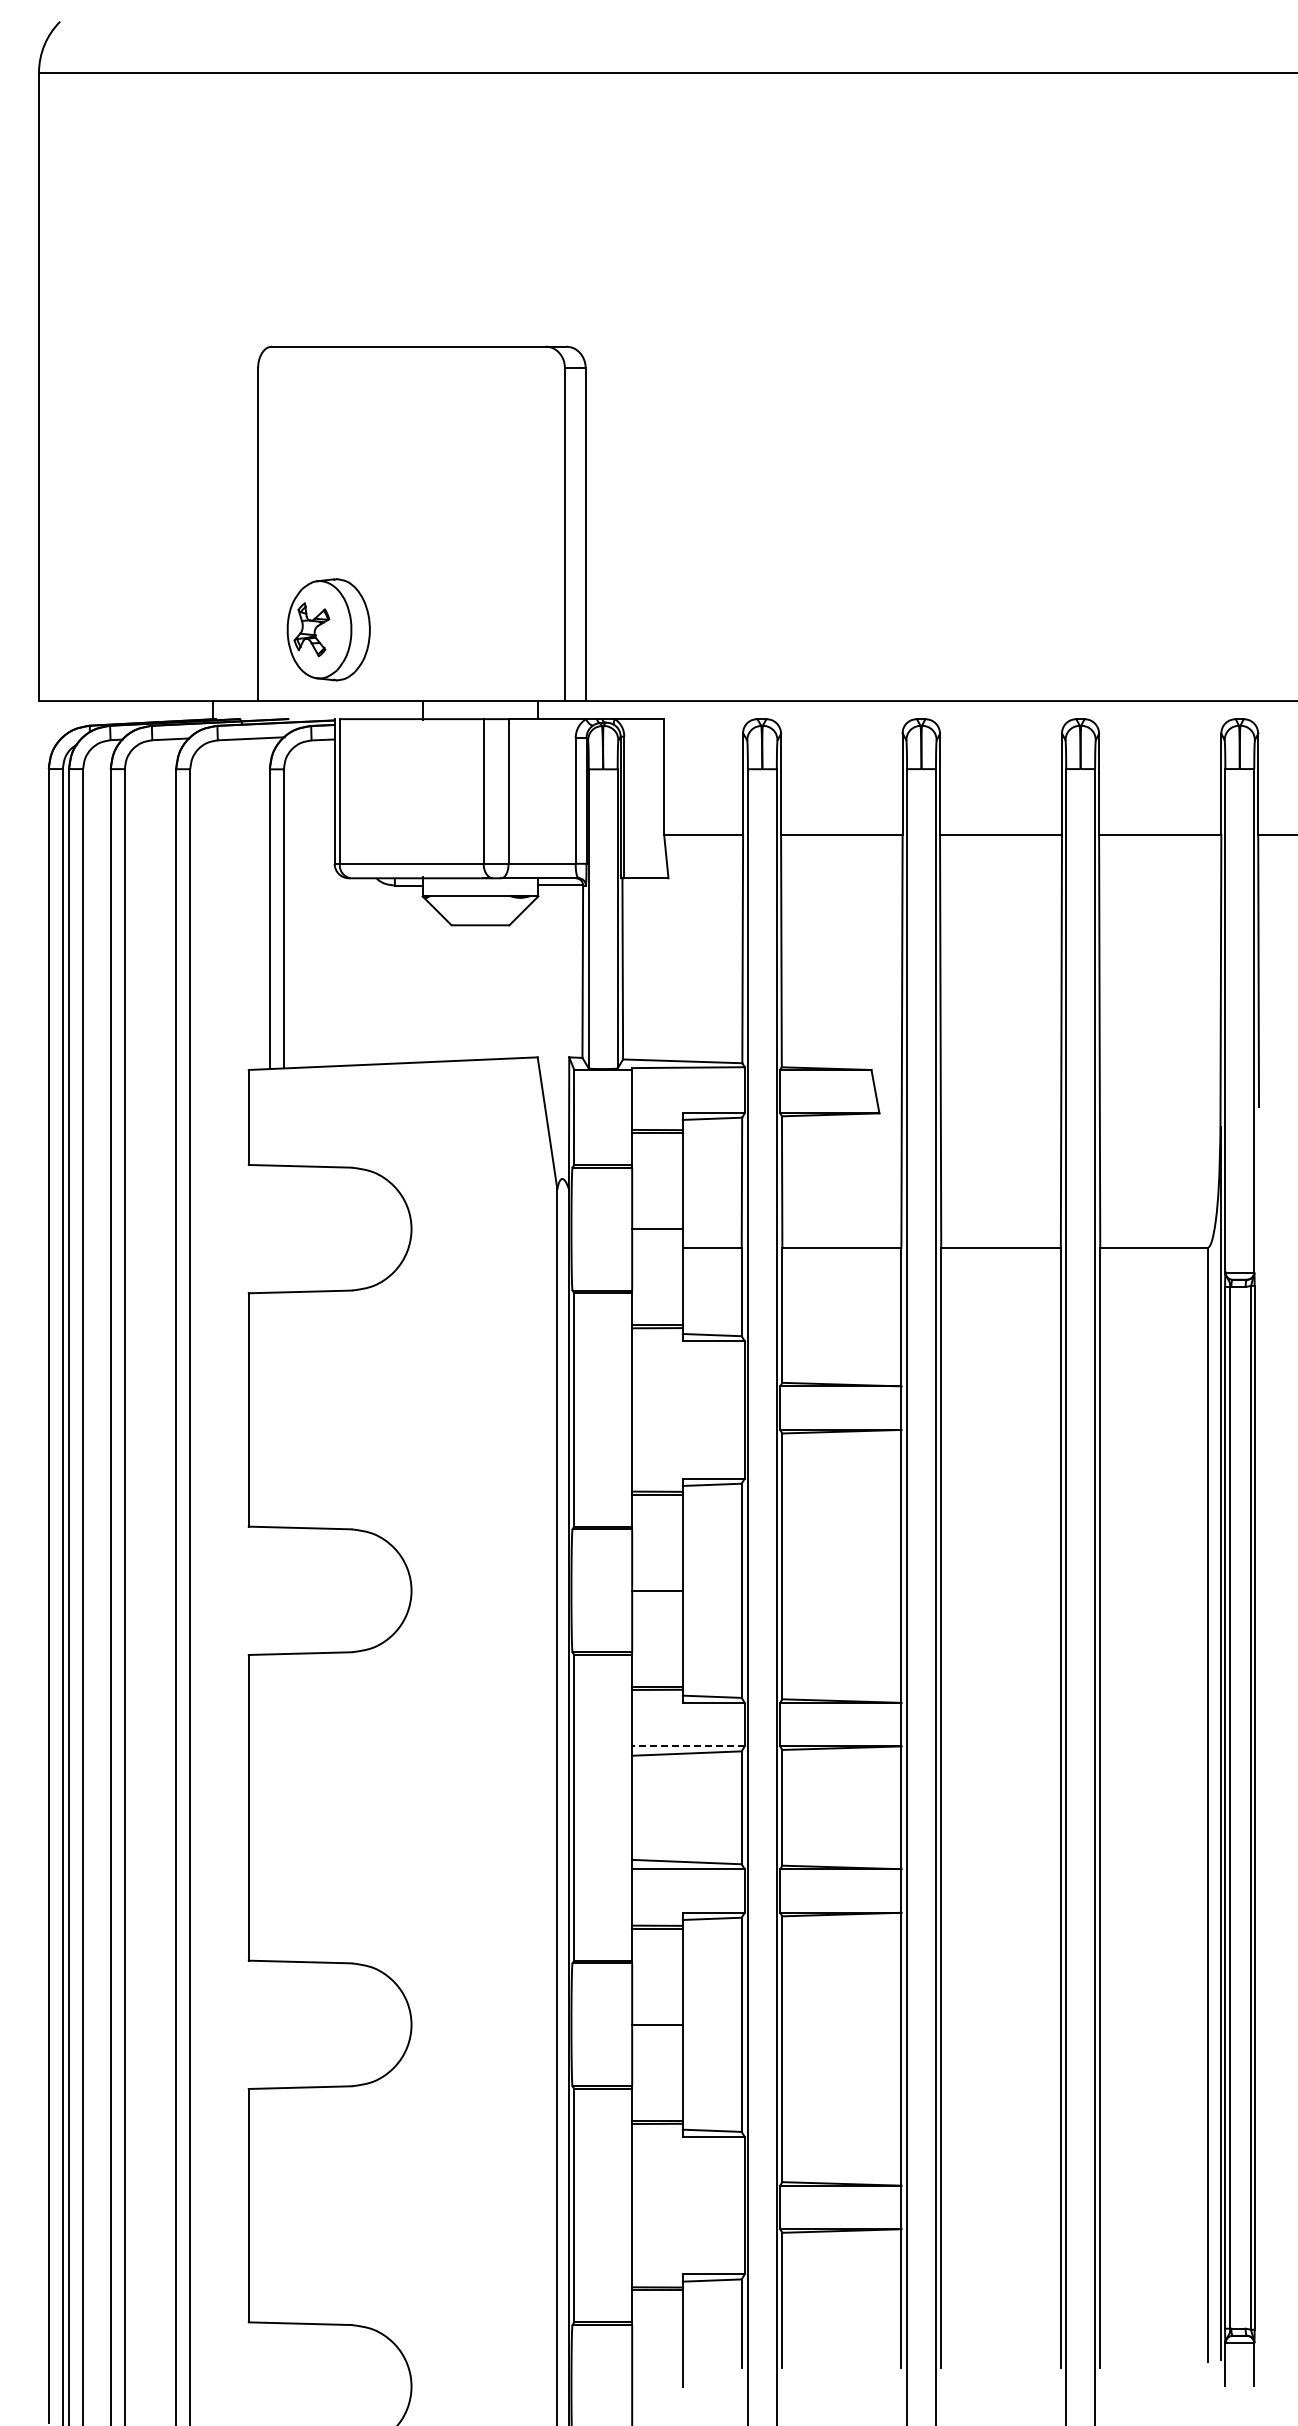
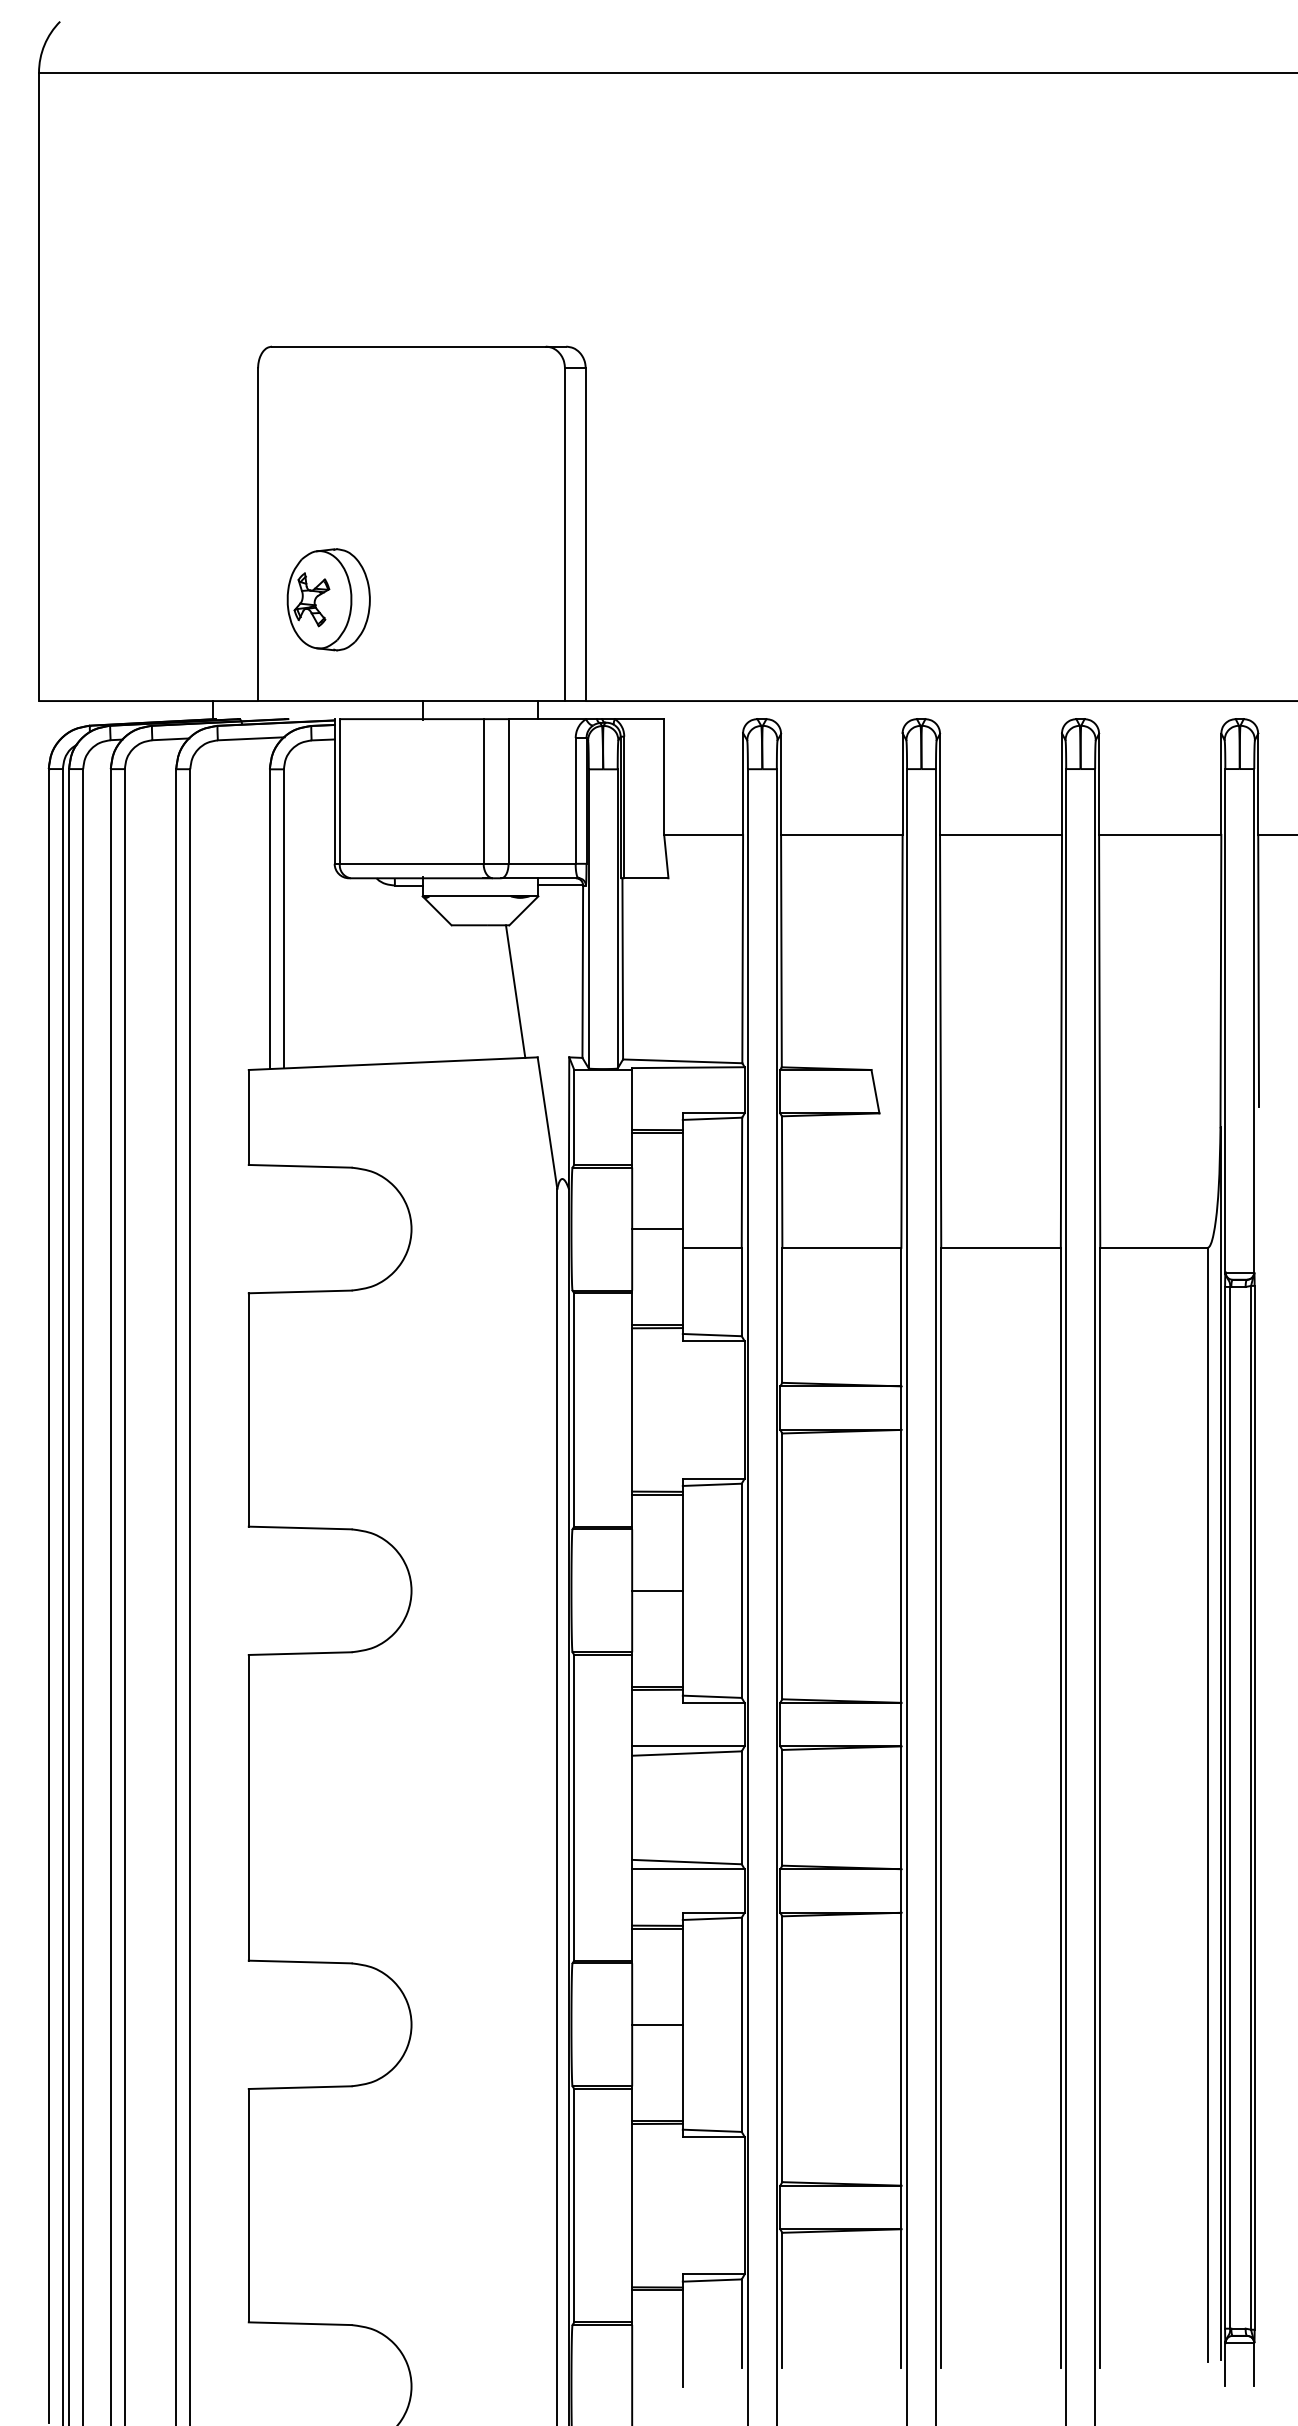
part at (328, 629) position: (328, 629) -> (328, 599)
line at (515, 991): none -> present
line at (687, 1746): dashed -> solid
